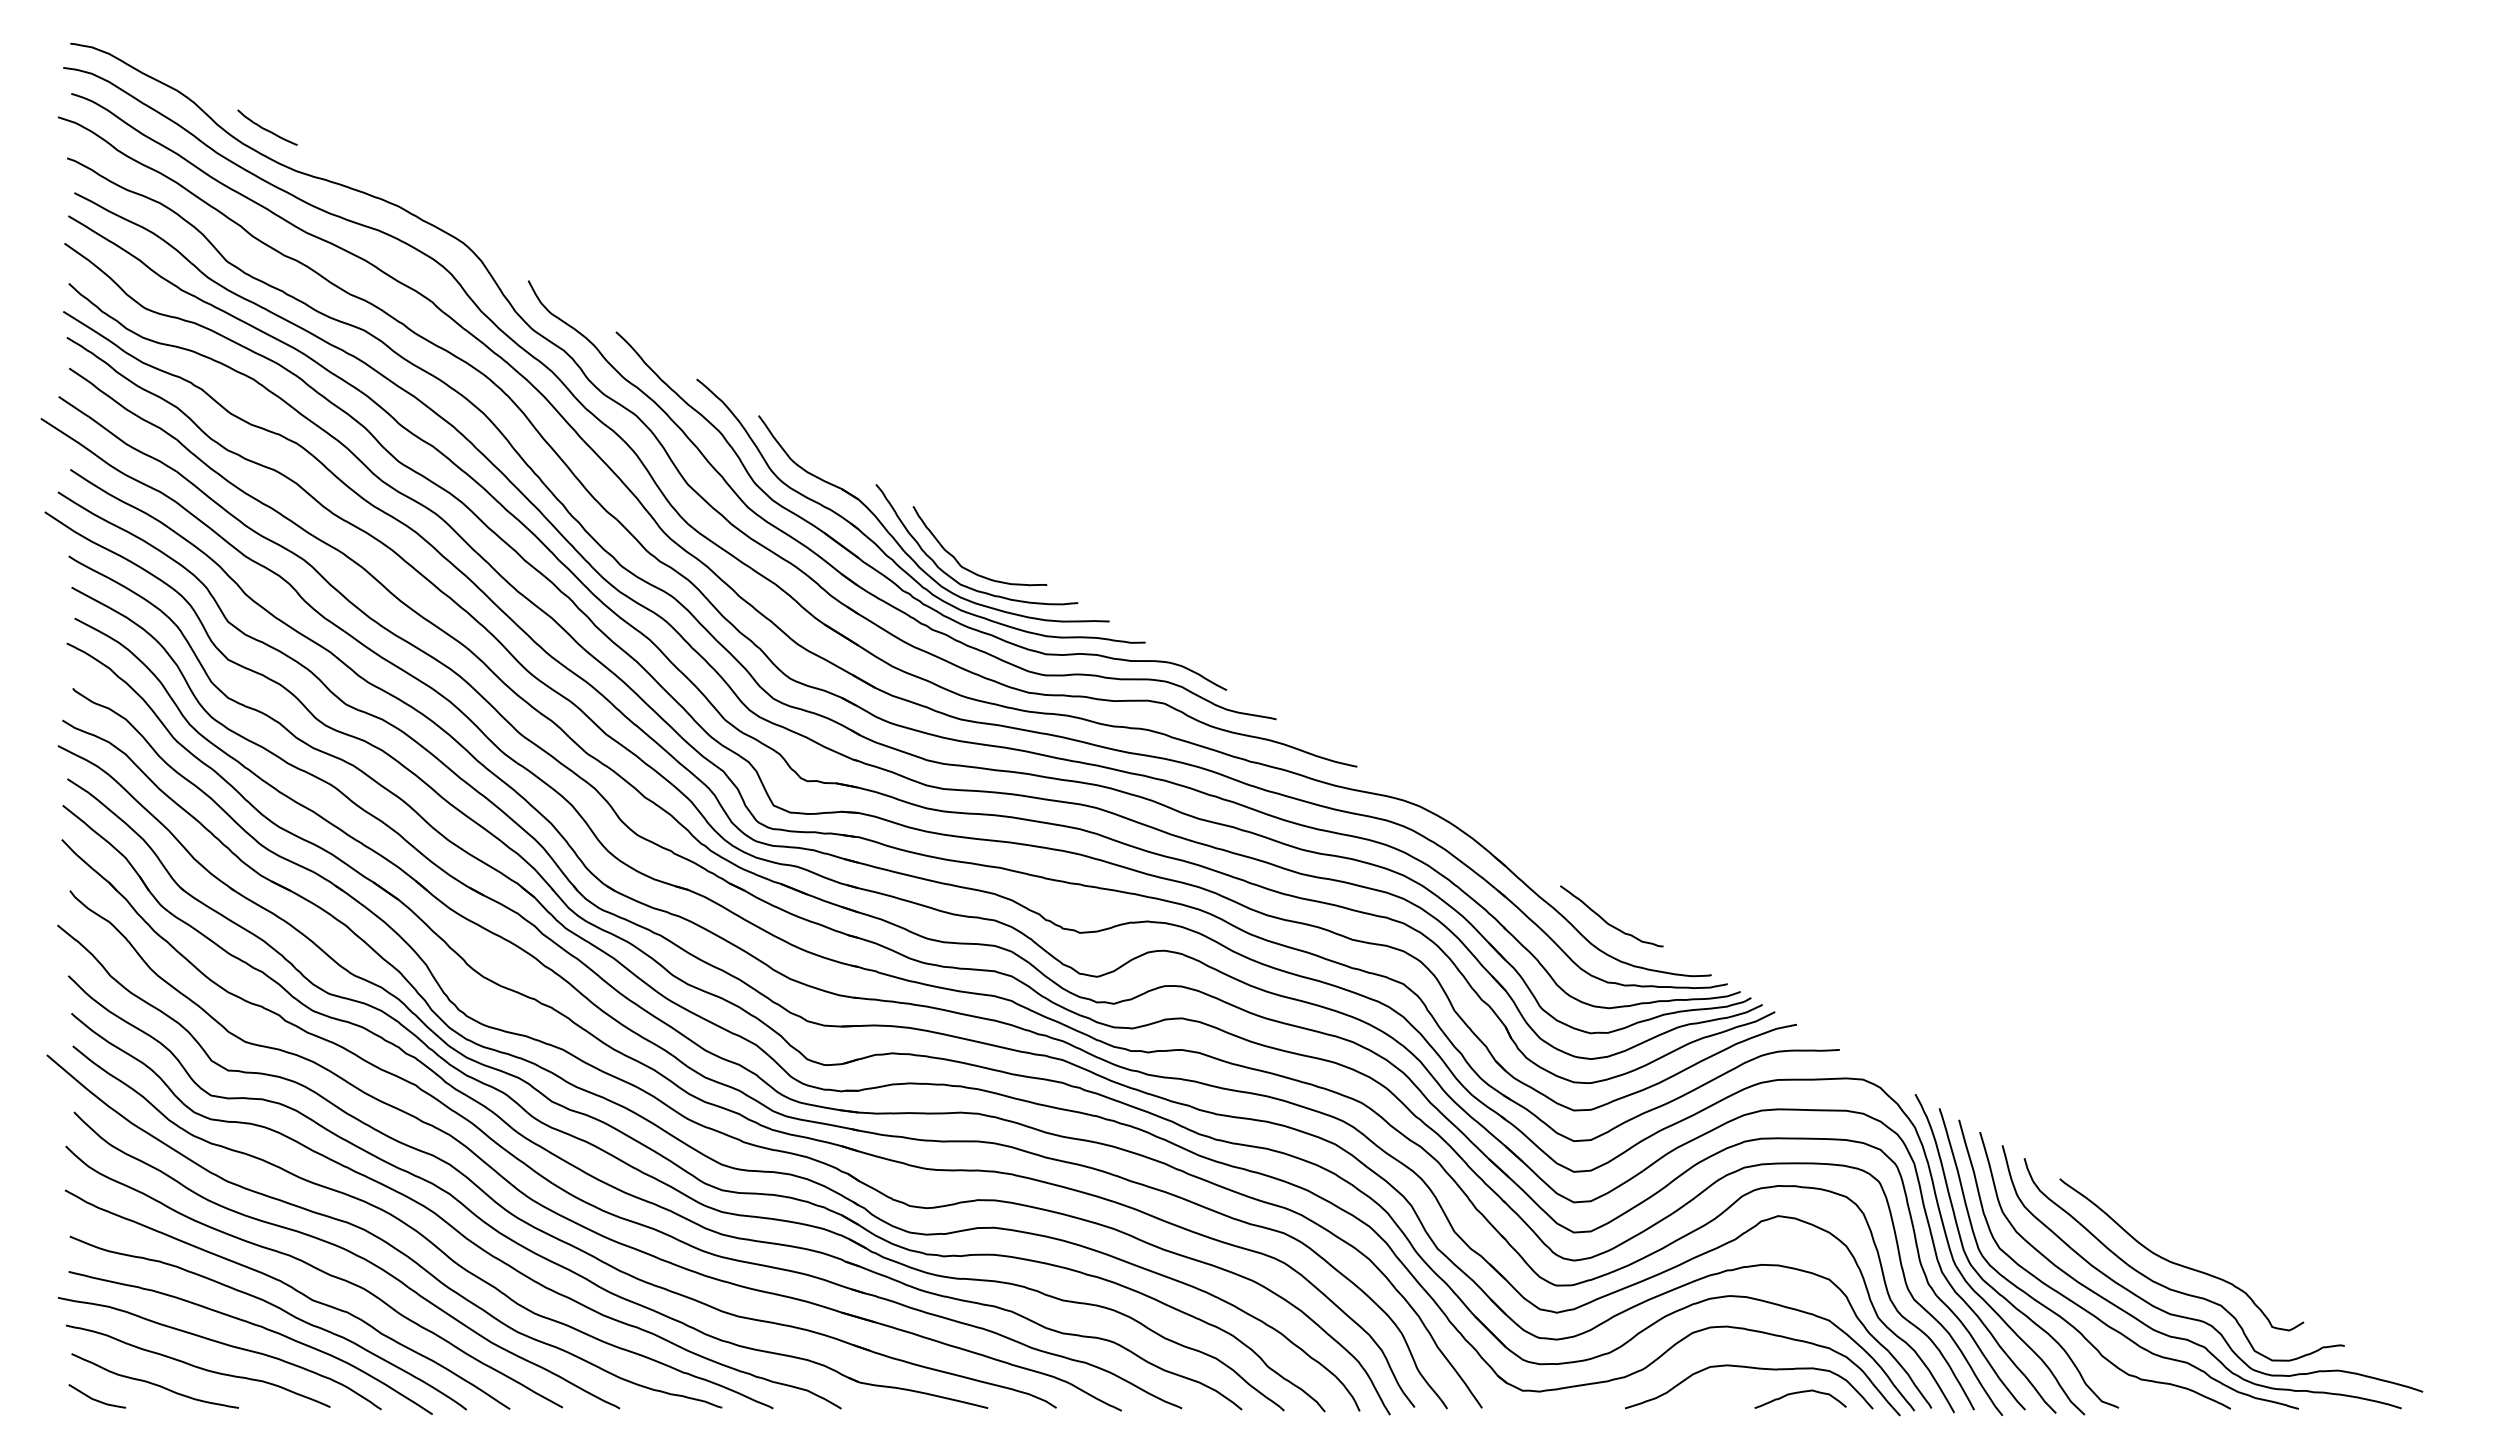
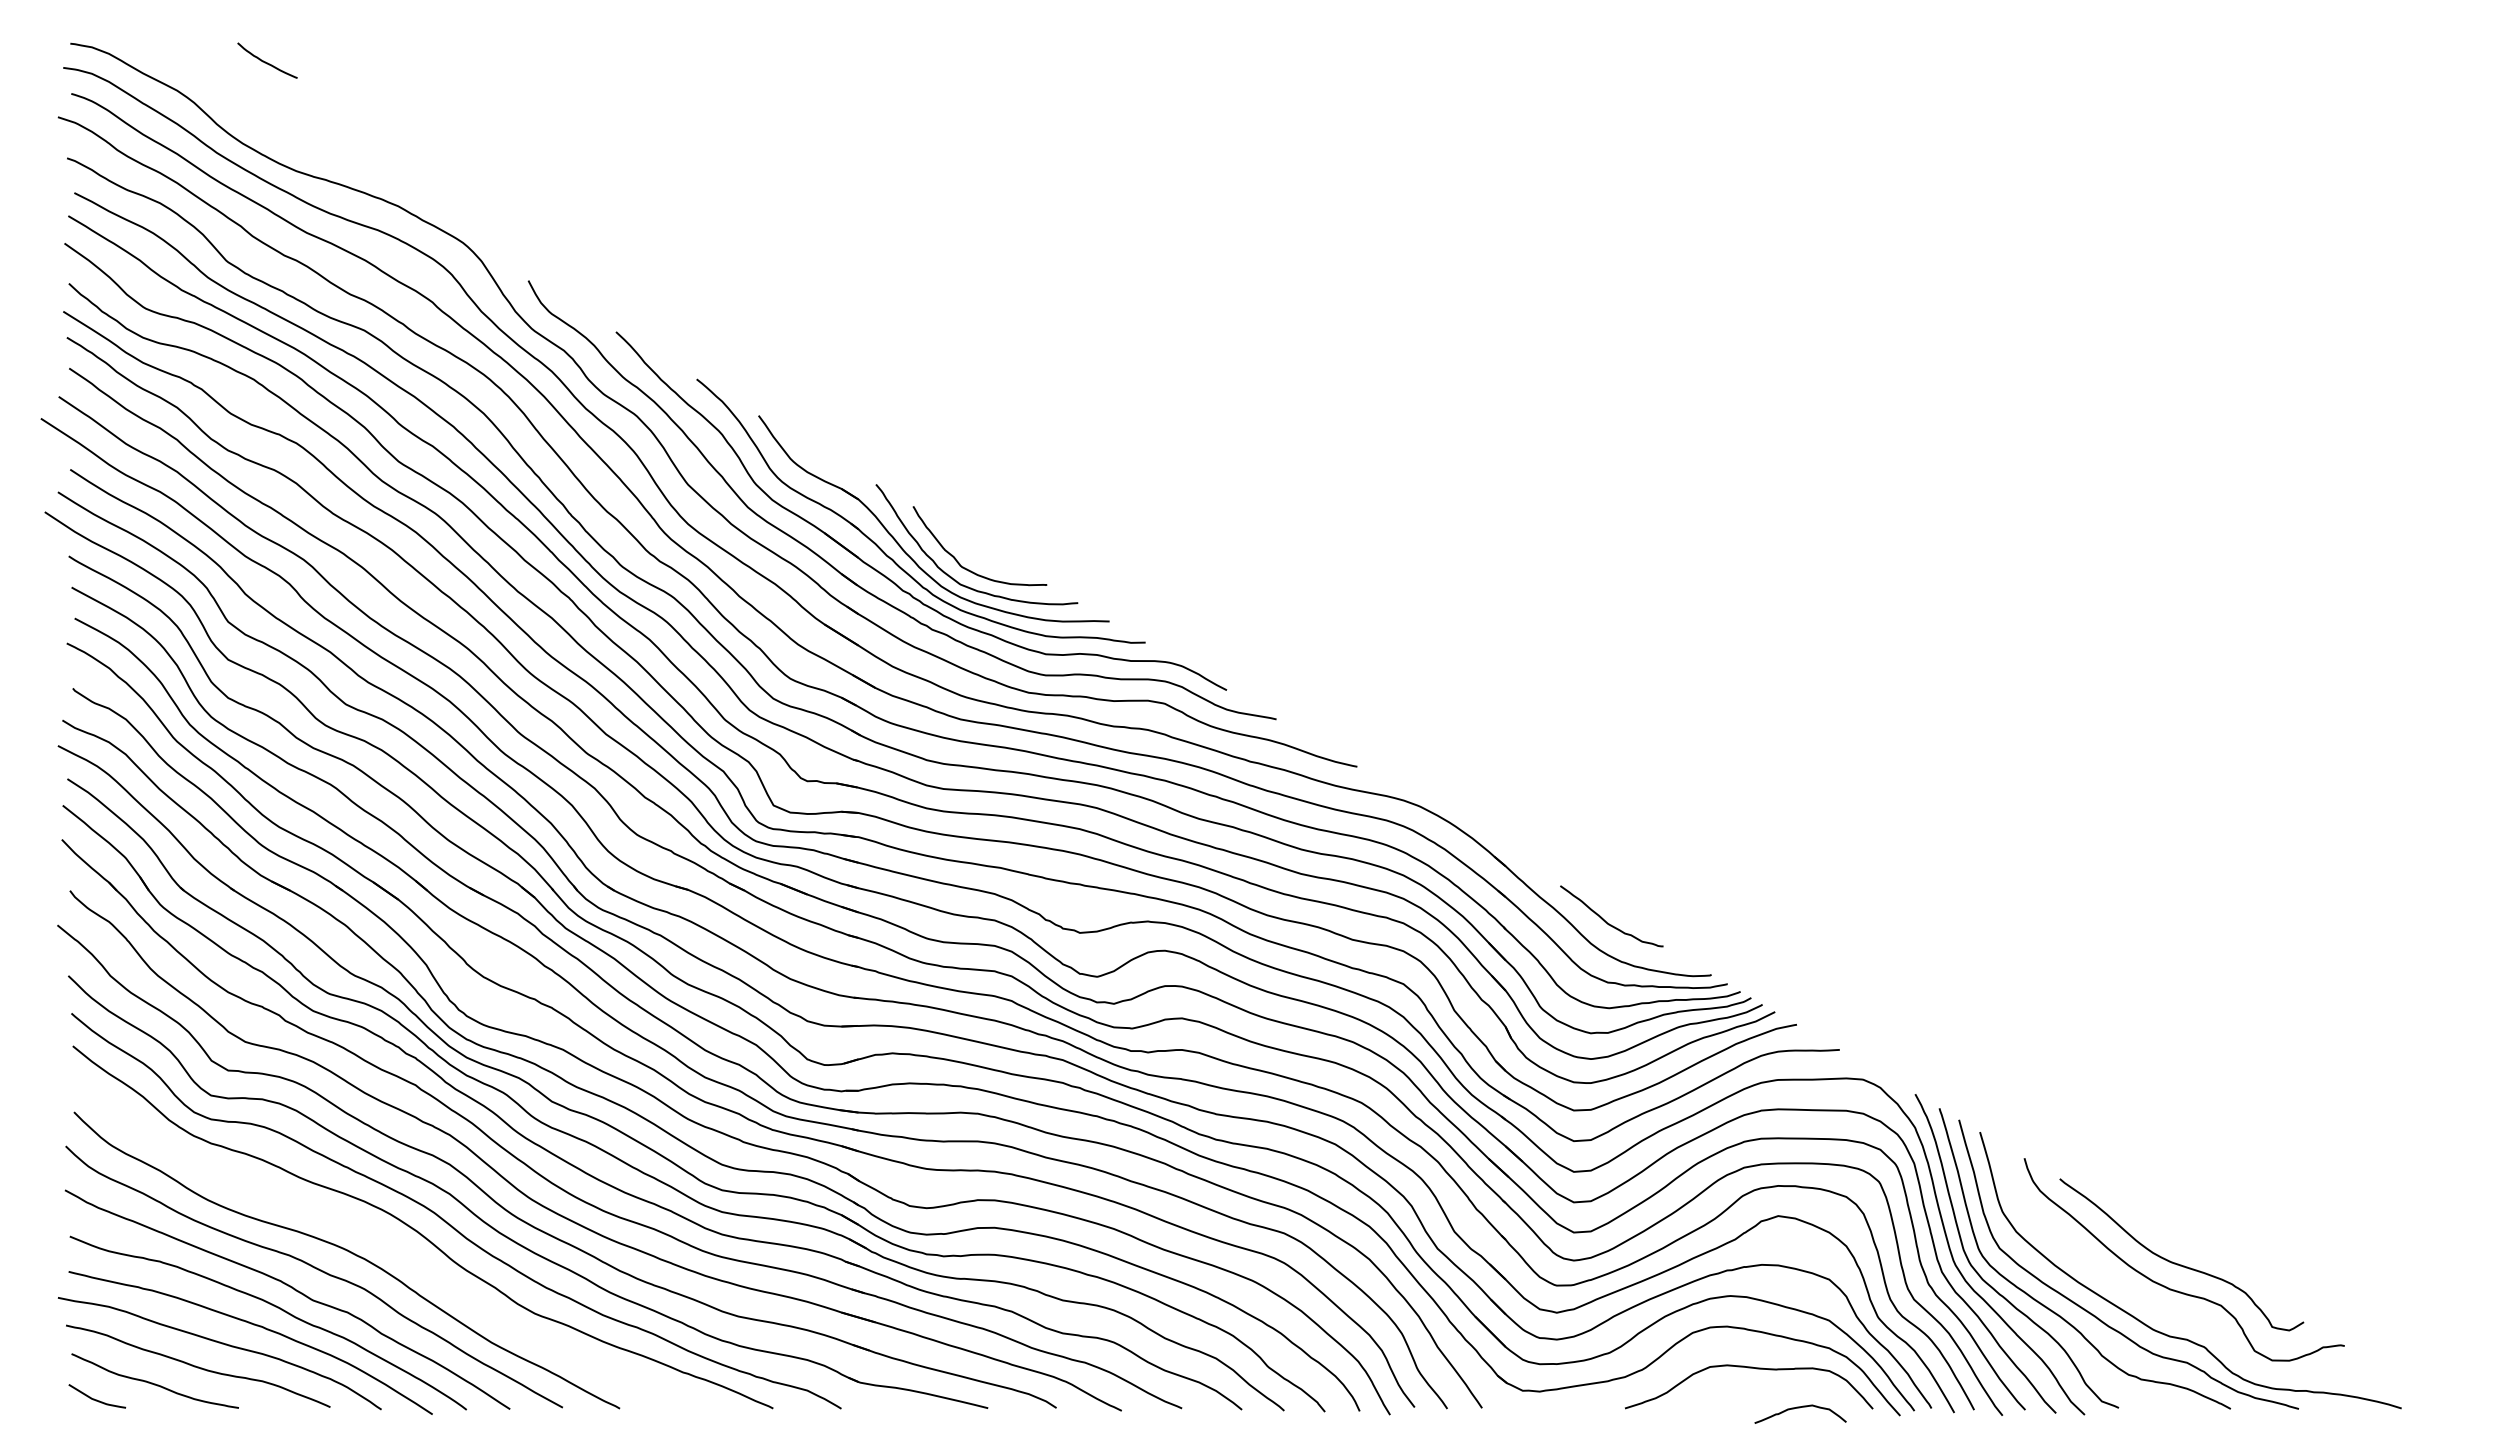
curve at (267, 129) position: (267, 129) -> (267, 62)
curve at (380, 1237): present -> none
curve at (2199, 1319): present -> none
curve at (1800, 1393) position: (1800, 1393) -> (1800, 1408)
